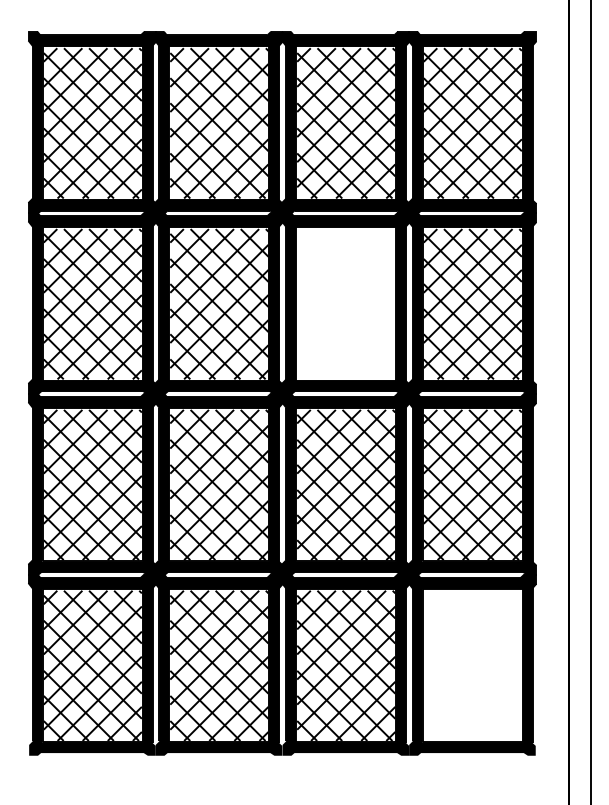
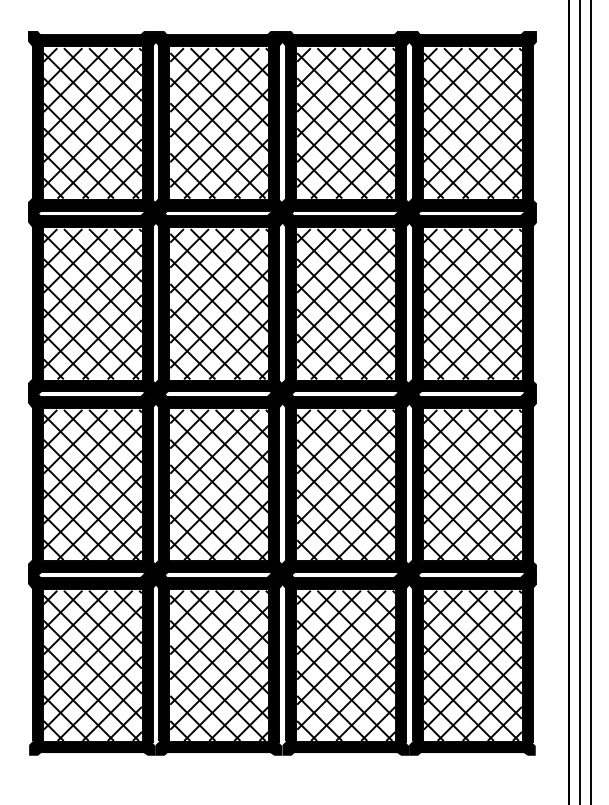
hatch at (346, 304): none -> present
line at (580, 401): none -> present
hatch at (472, 665): none -> present
